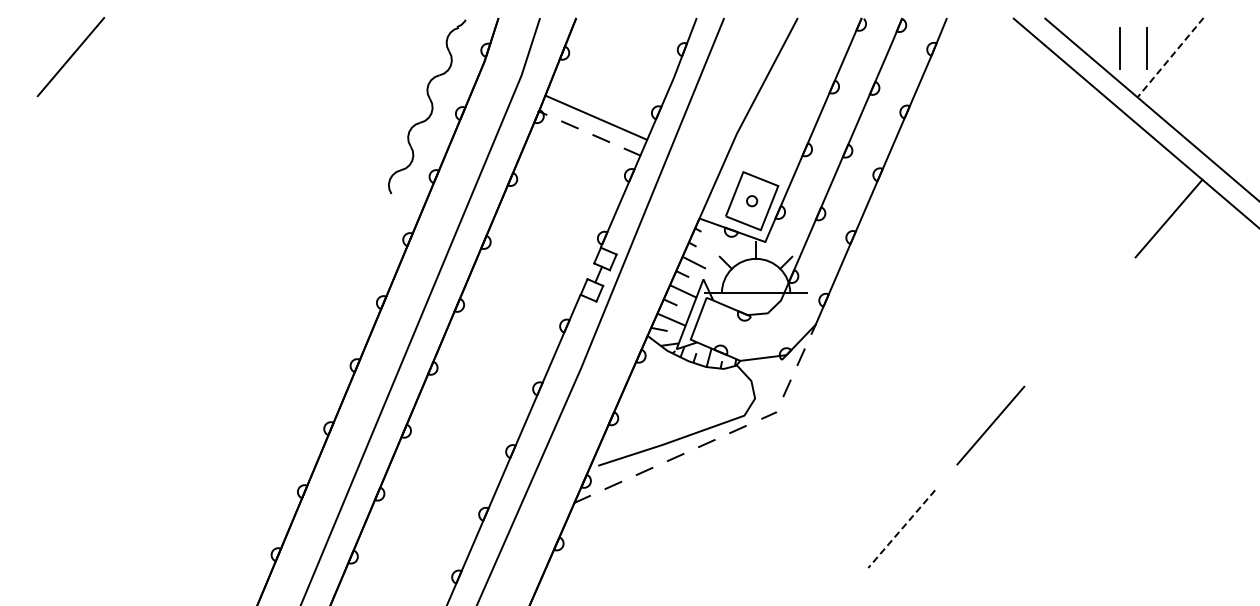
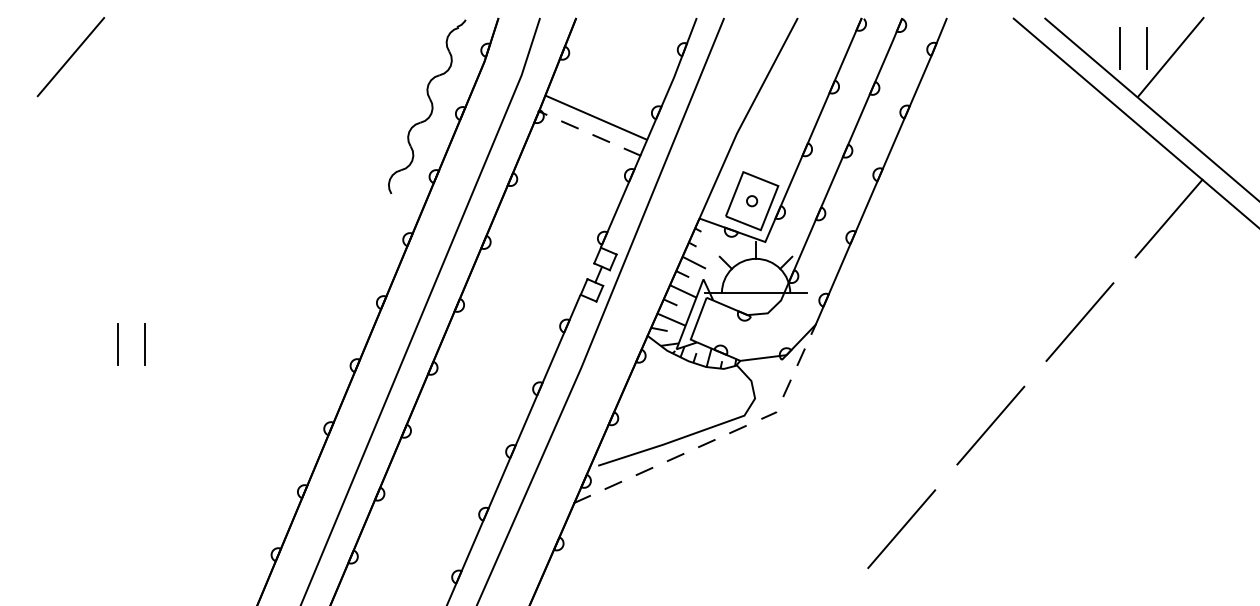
line at (1170, 57): dashed -> solid
line at (1079, 321): none -> present
line at (117, 343): none -> present
line at (145, 343): none -> present
line at (901, 529): dashed -> solid
